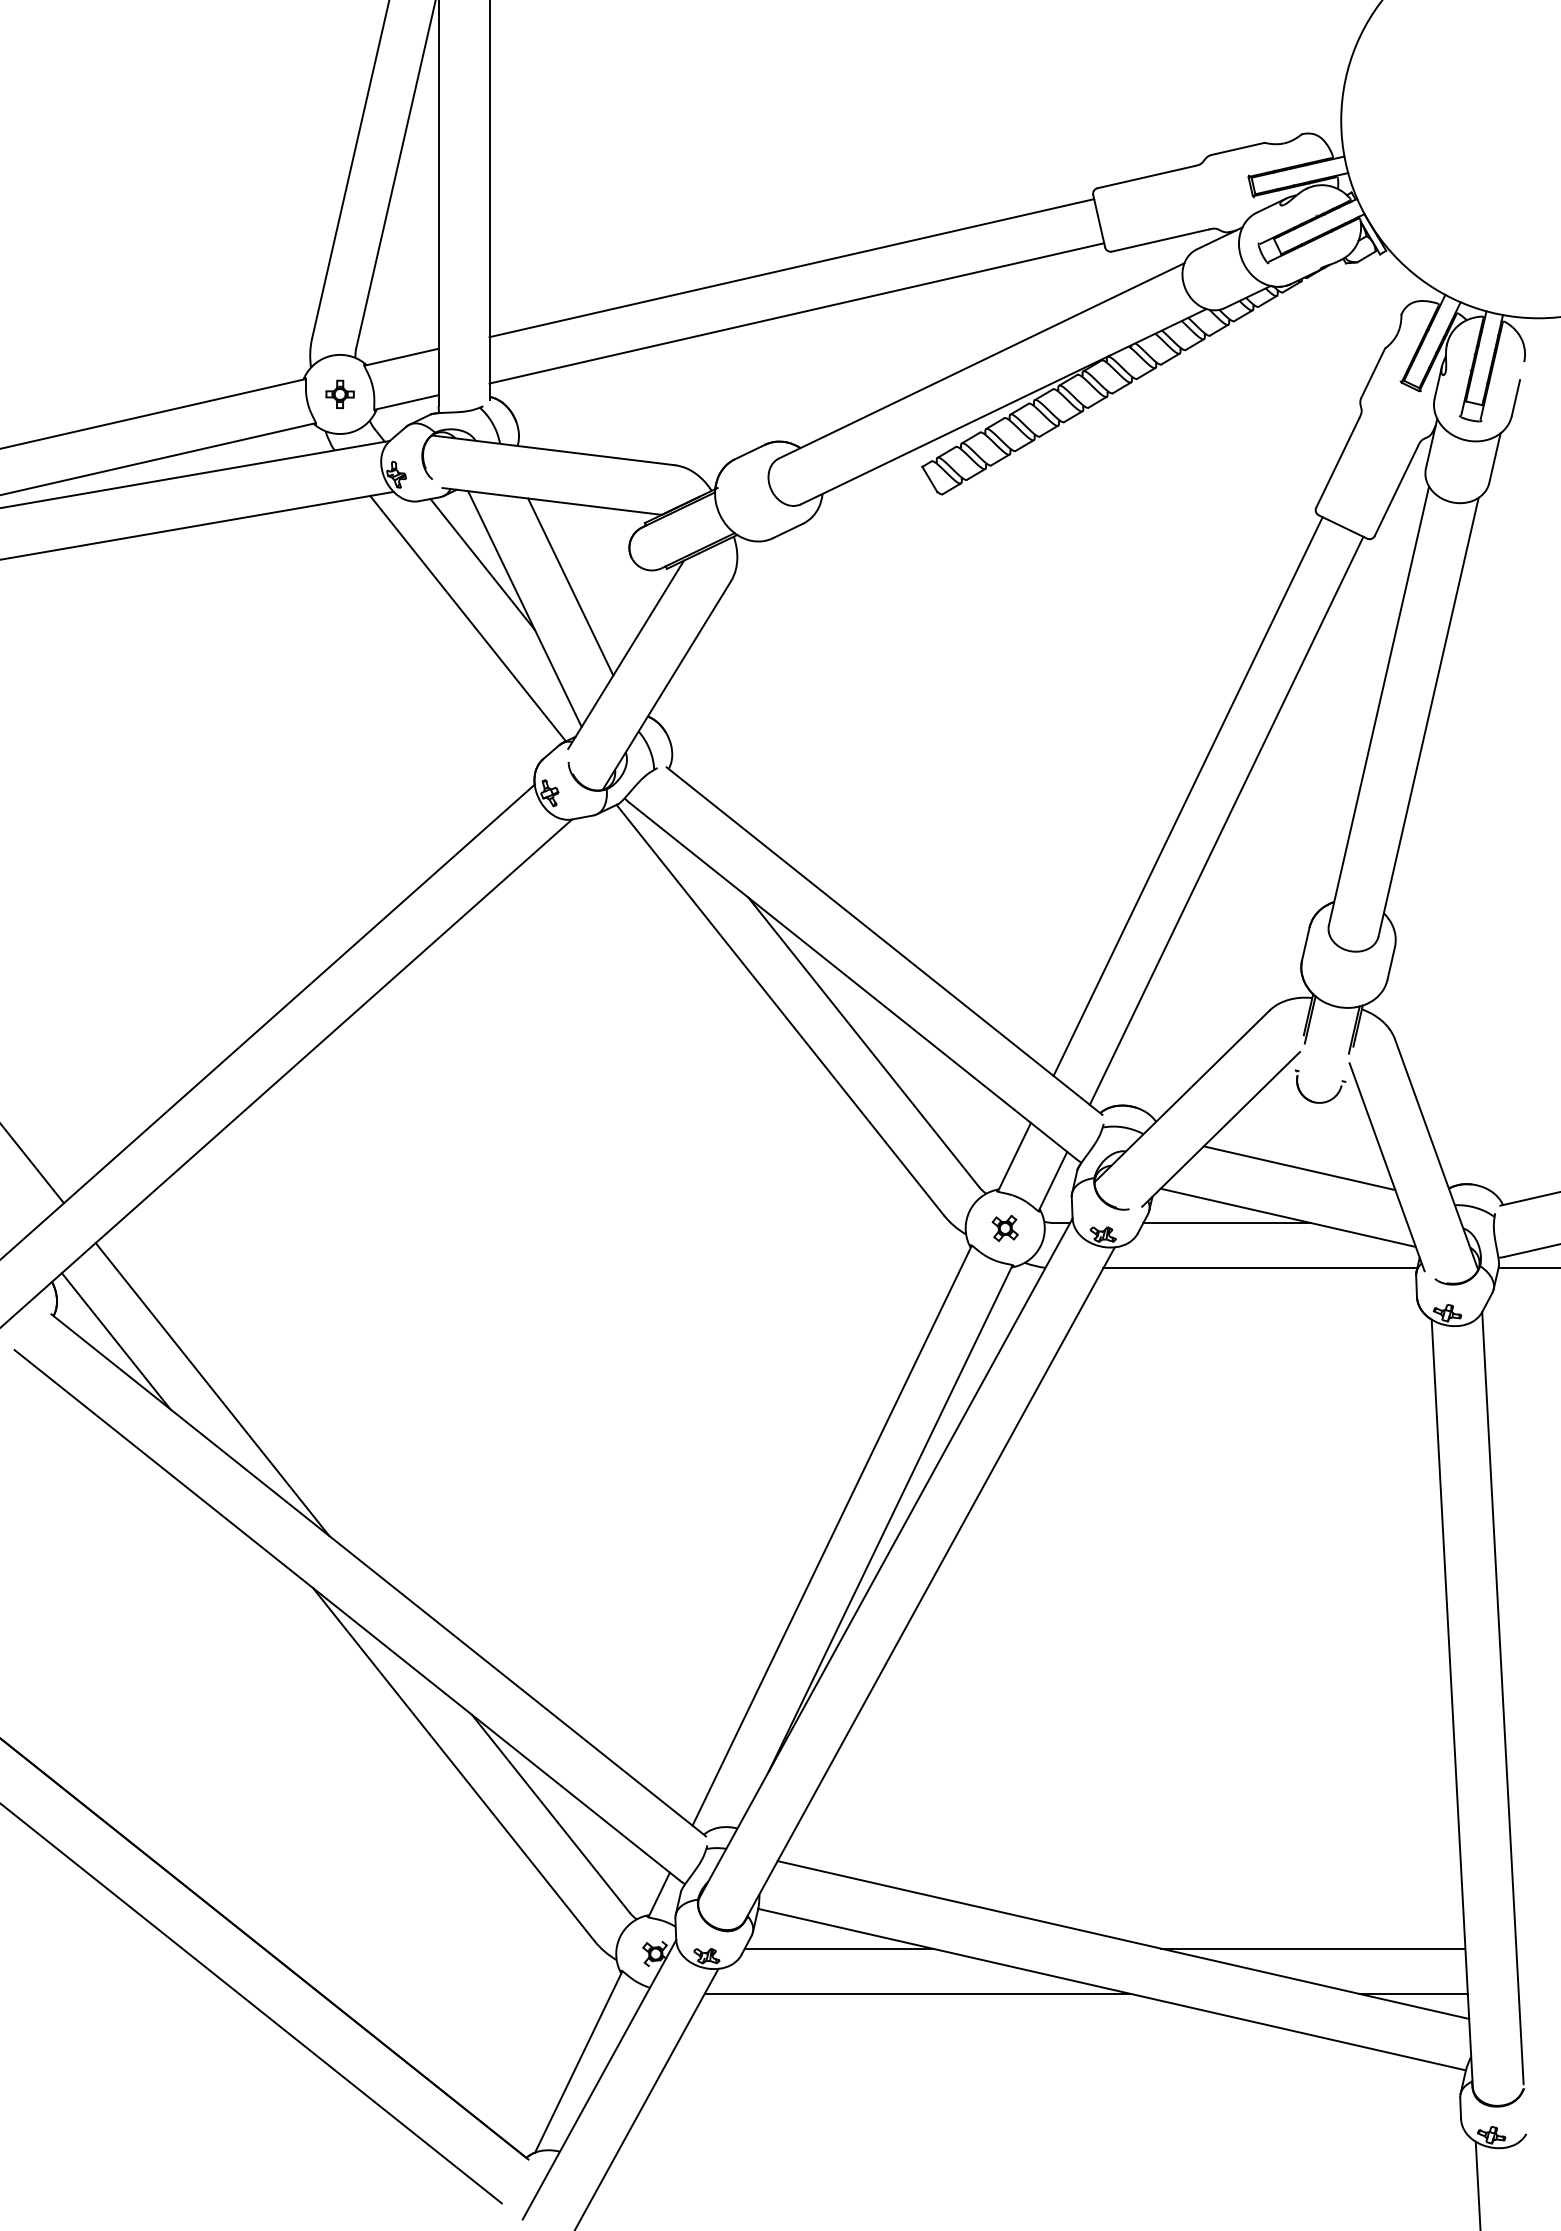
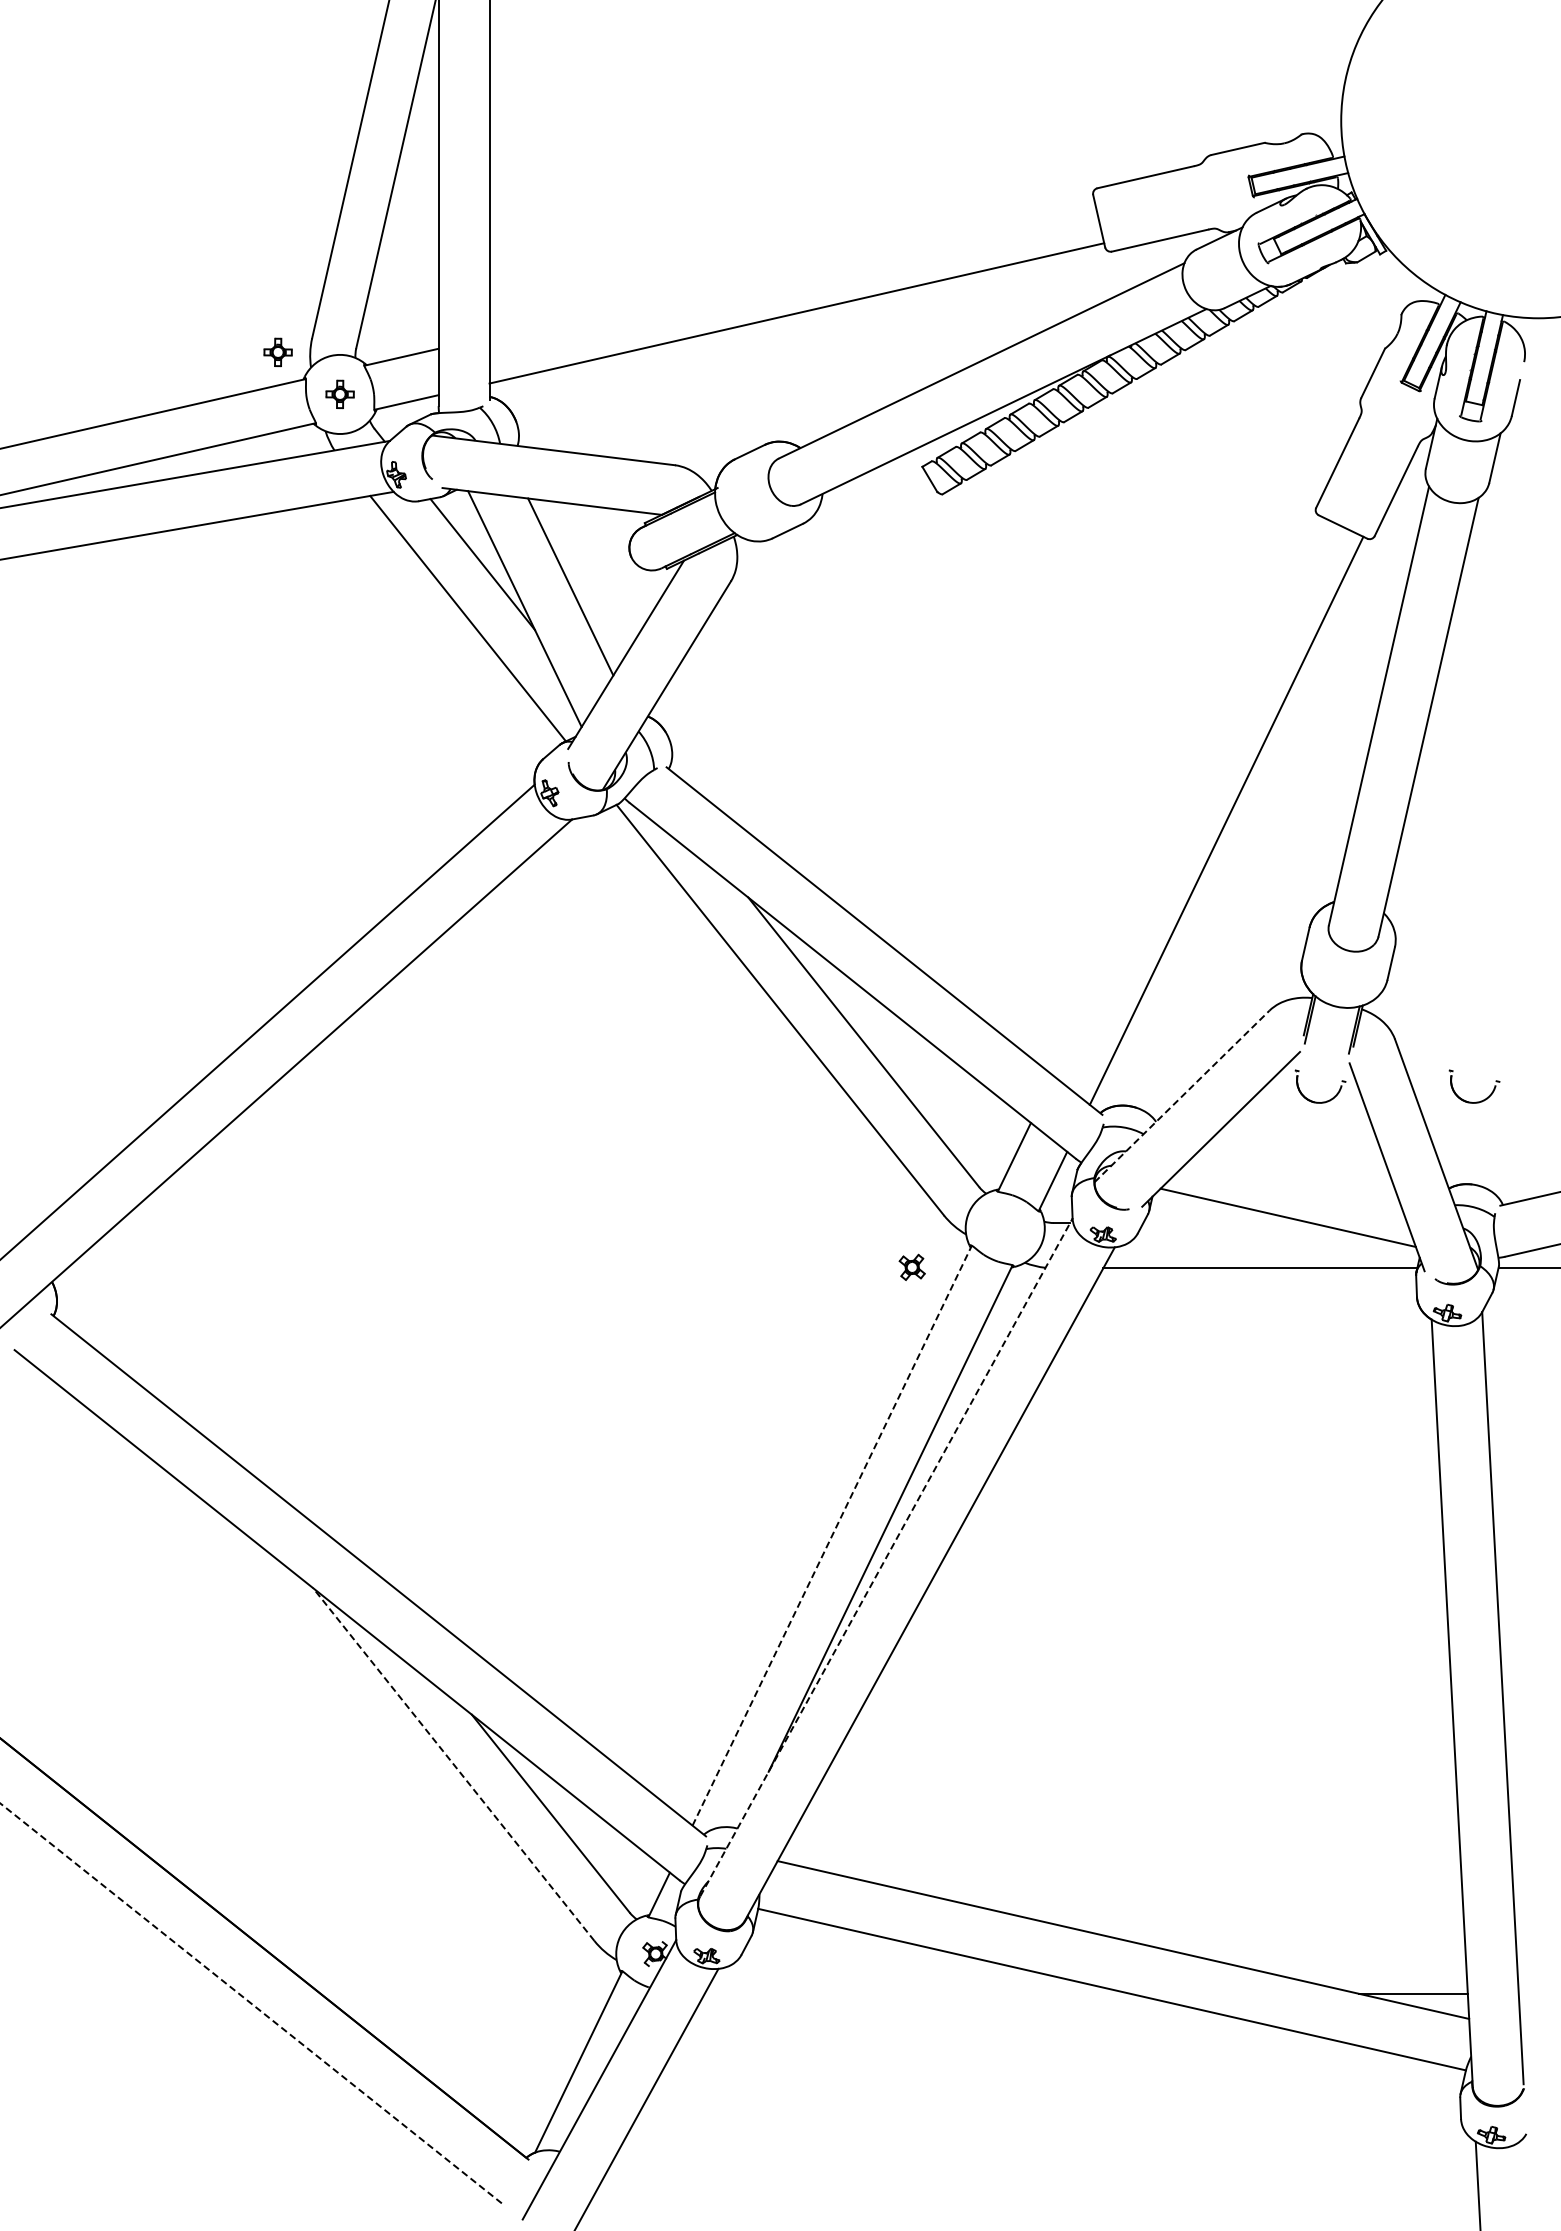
line at (791, 268): present -> none
part at (277, 352): none -> present
line at (1187, 796): present -> none
line at (1182, 1096): solid -> dashed
part at (1476, 1101): none -> present
line at (32, 1164): present -> none
line at (1299, 1168): present -> none
line at (1226, 1223): present -> none
part at (1004, 1227) position: (1004, 1227) -> (911, 1266)
line at (115, 1341): present -> none
line at (212, 1389): present -> none
line at (832, 1535): solid -> dashed
line at (886, 1557): solid -> dashed
line at (453, 1764): solid -> dashed
line at (838, 1948): present -> none
line at (1313, 1948): present -> none
line at (917, 1993): present -> none
line at (250, 2003): solid -> dashed
